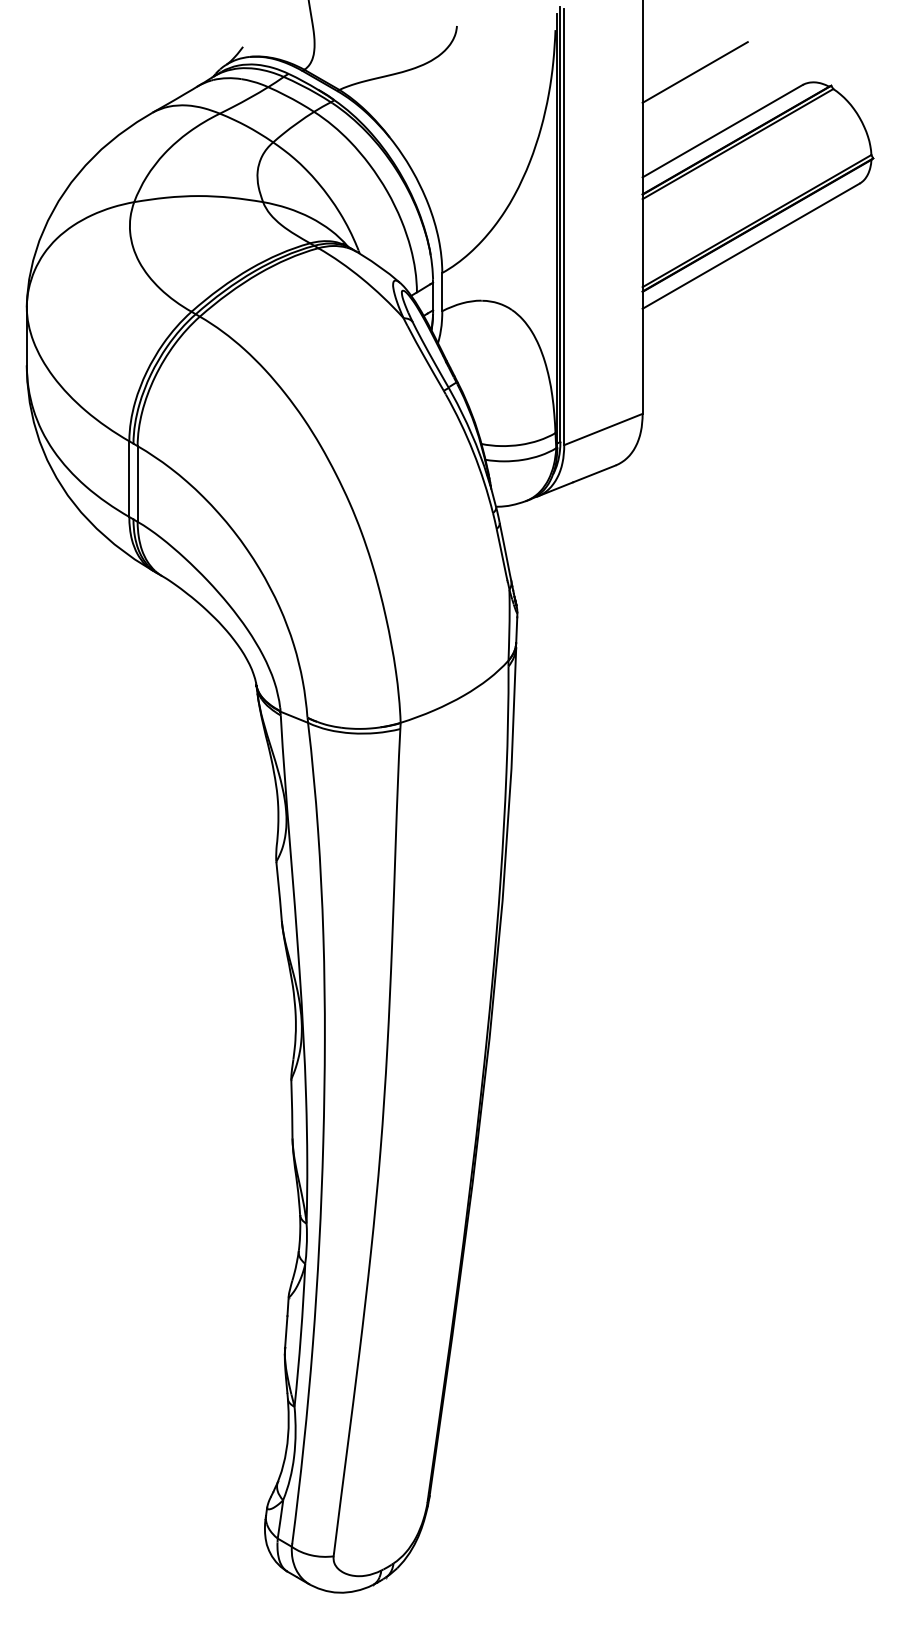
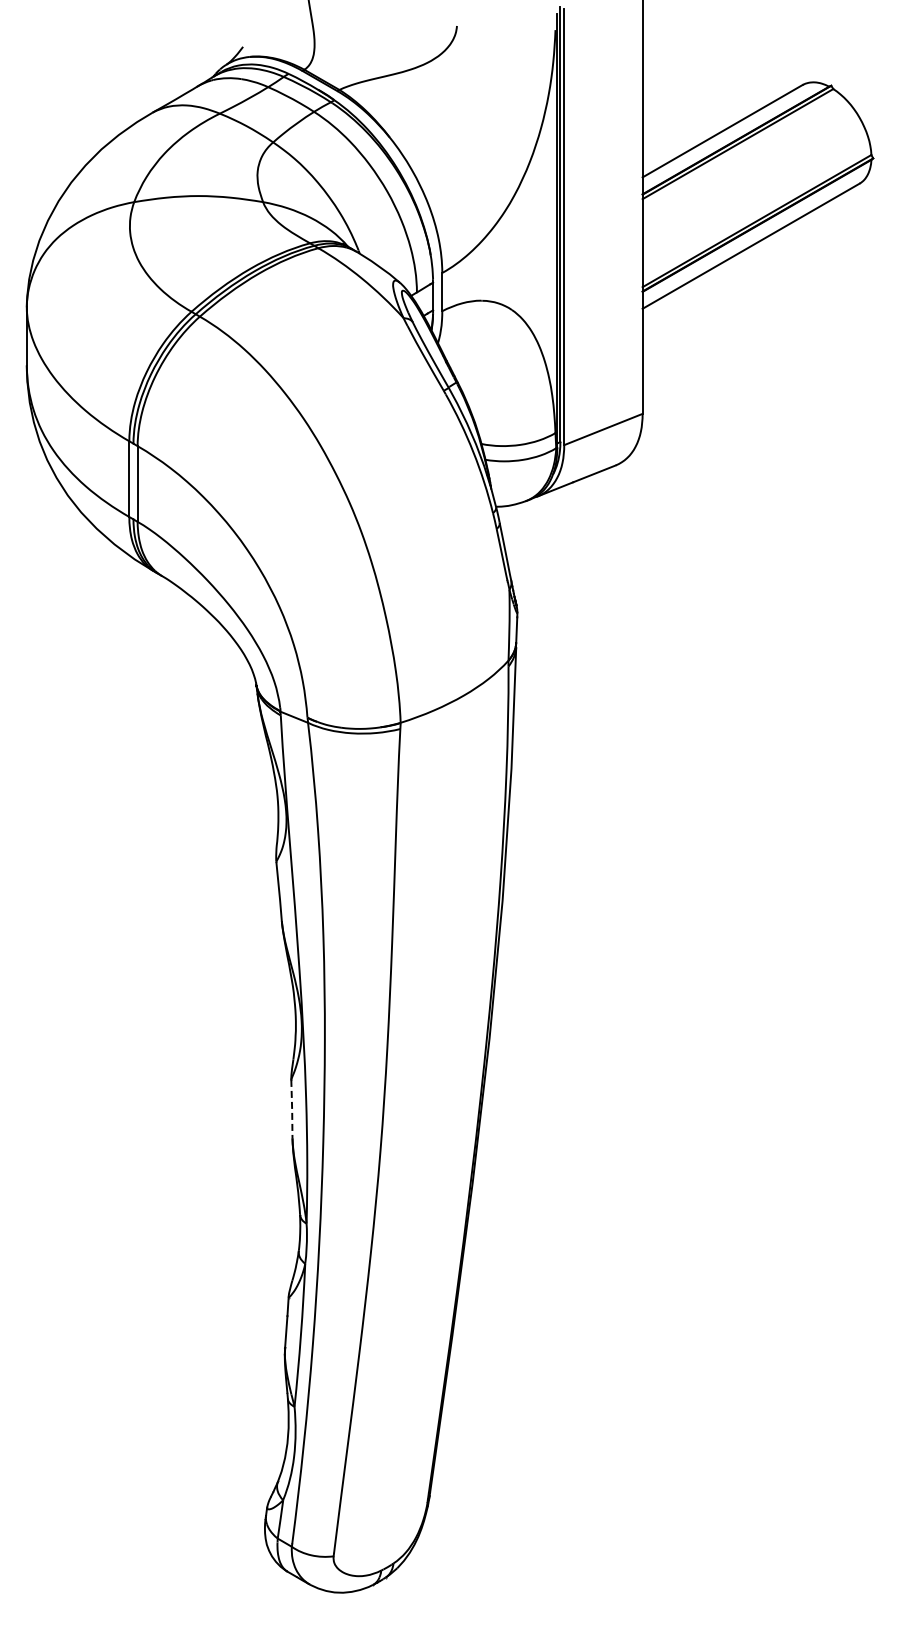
line at (694, 72): present -> none
line at (292, 1110): solid -> dashed
